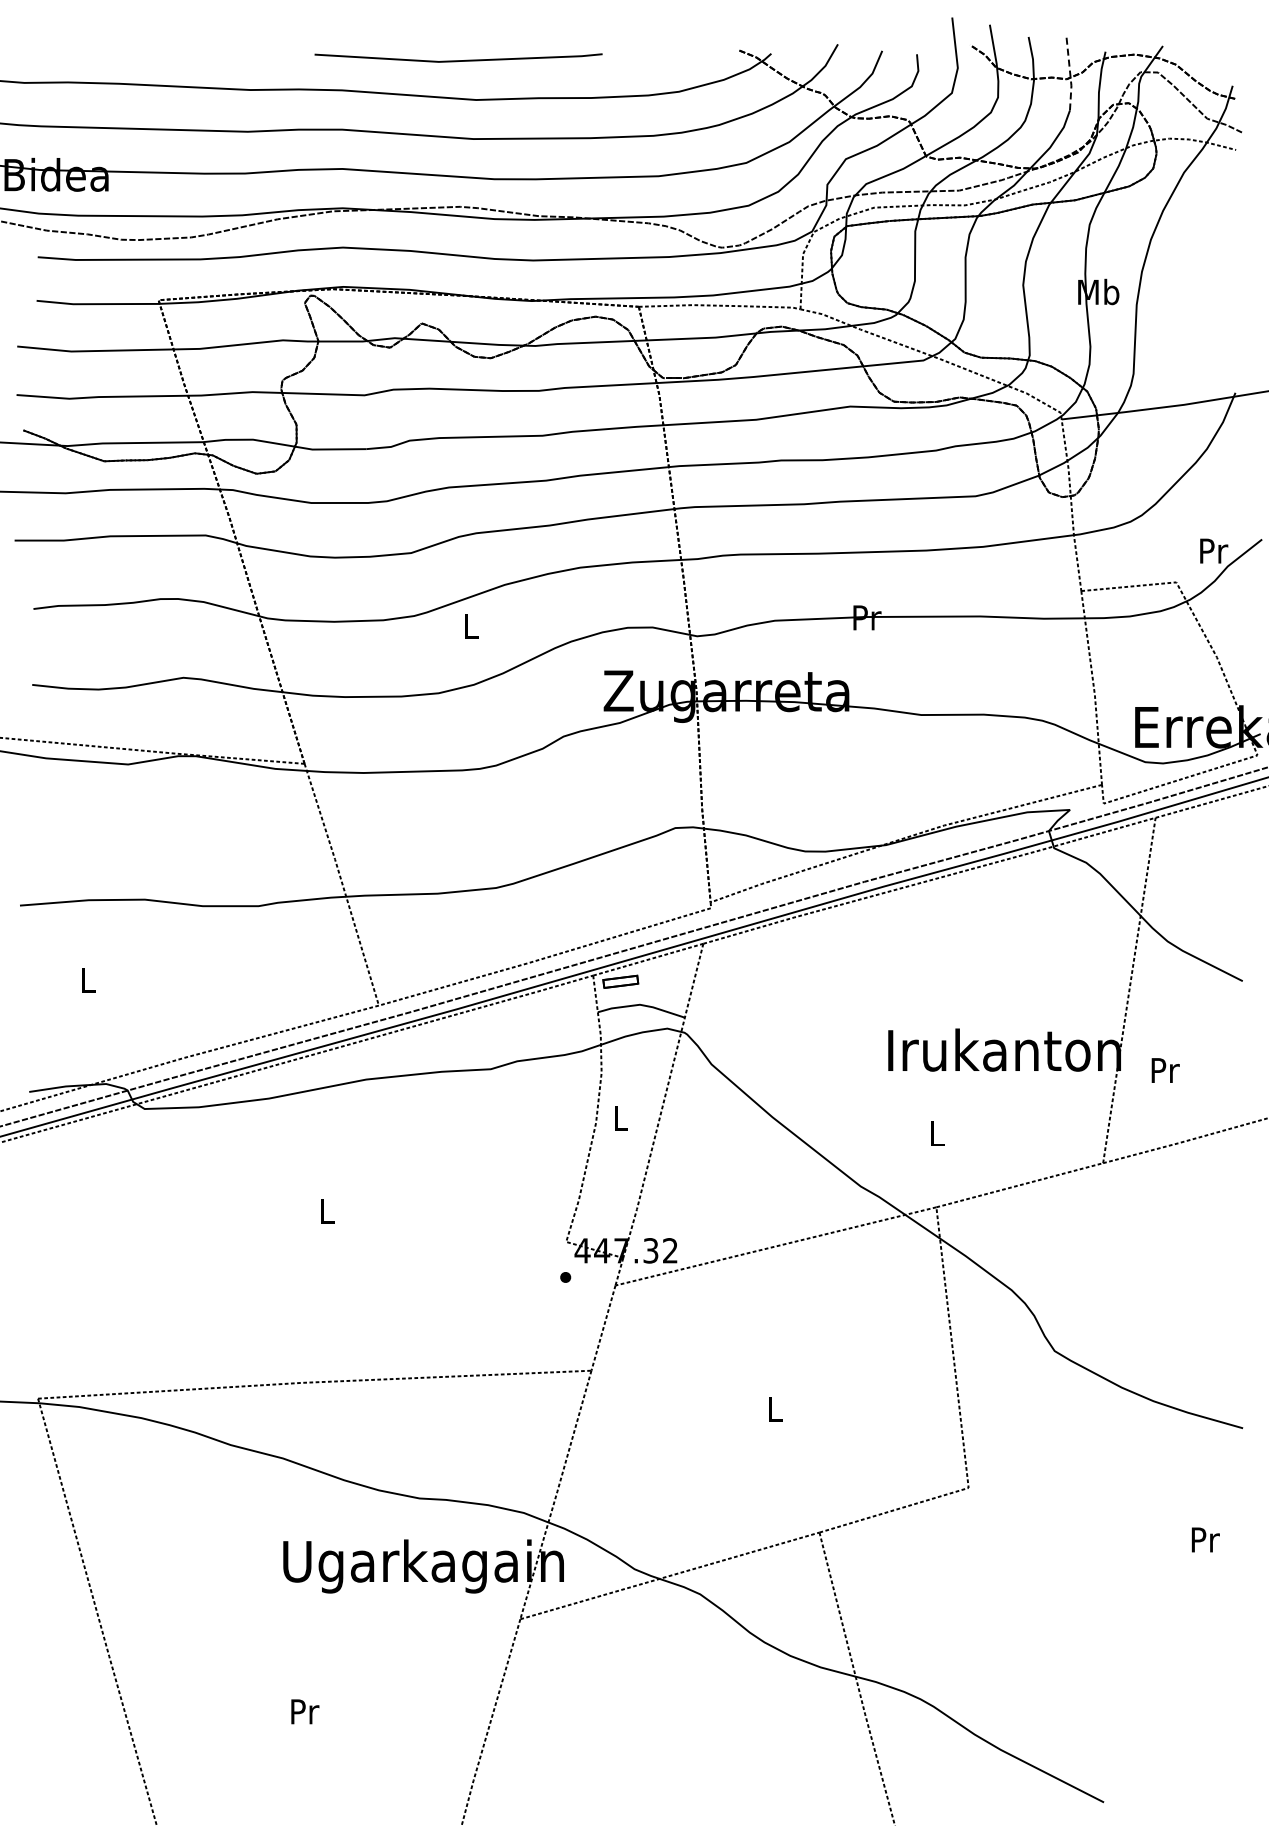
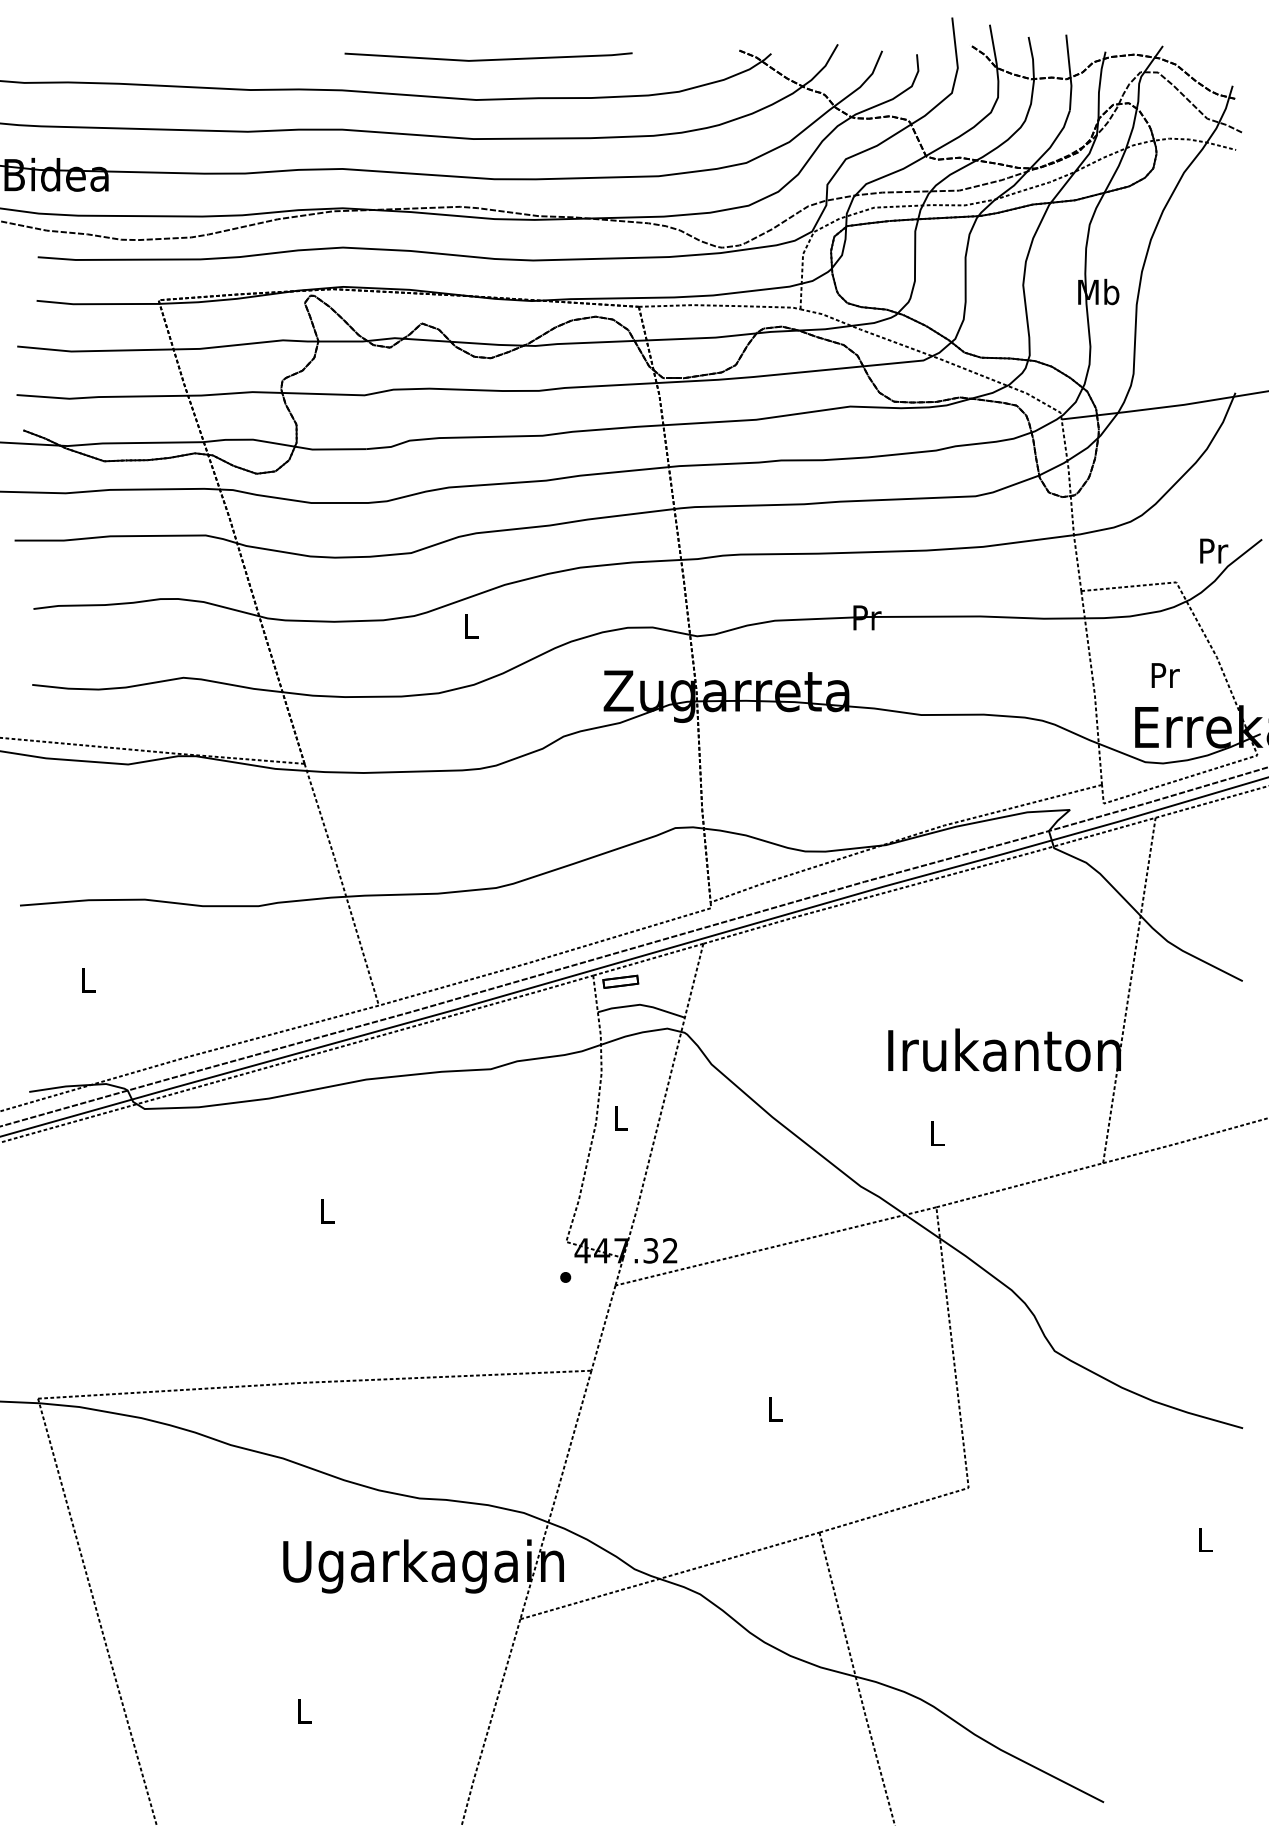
line at (458, 60) position: (458, 60) -> (488, 59)
line at (1070, 73): dashed -> solid
text at (1165, 1070) position: (1165, 1070) -> (1165, 675)
text at (1205, 1539): Pr -> L
text at (305, 1711): Pr -> L
